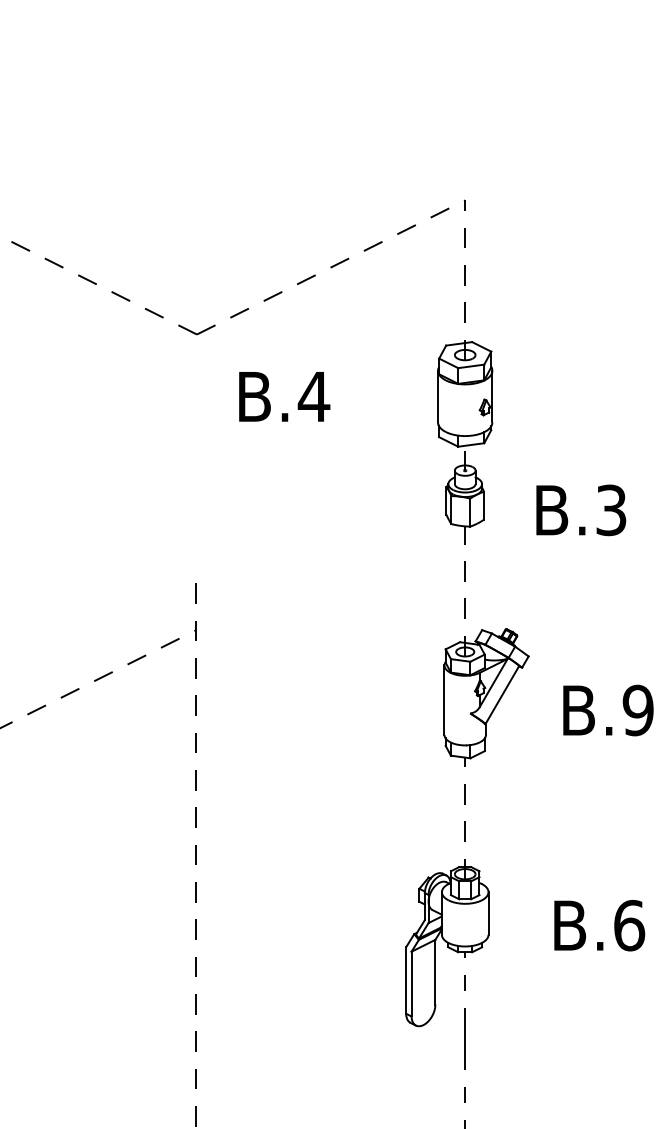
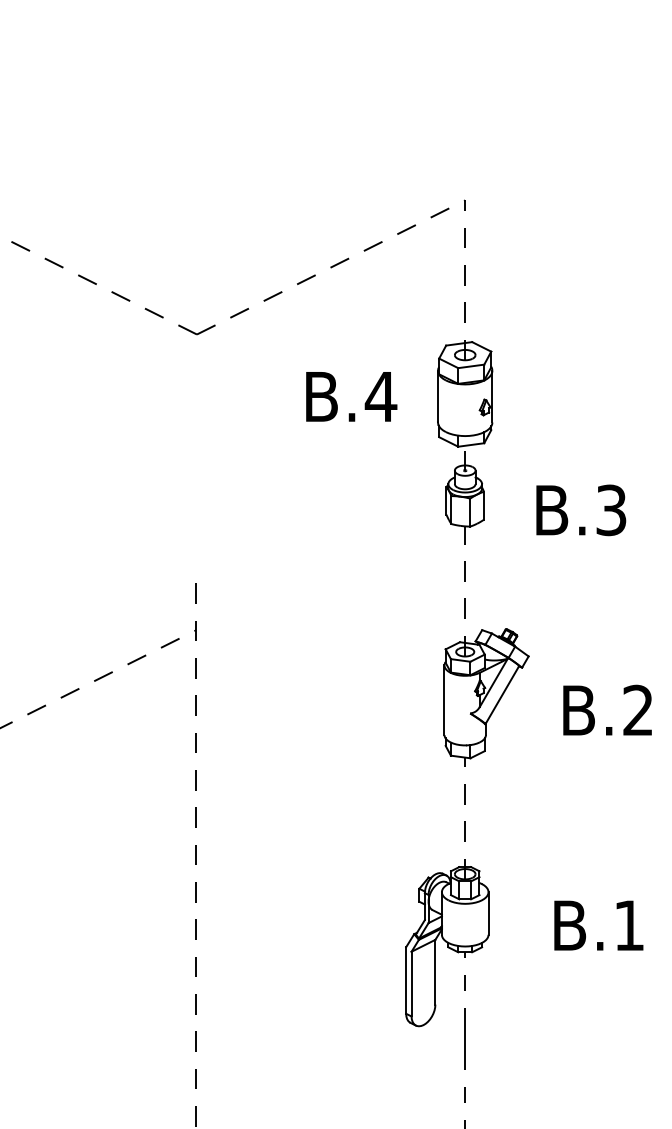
text at (284, 396) position: (284, 396) -> (351, 396)
text at (637, 710): B.9 -> B.2
text at (629, 925): B.6 -> B.1
